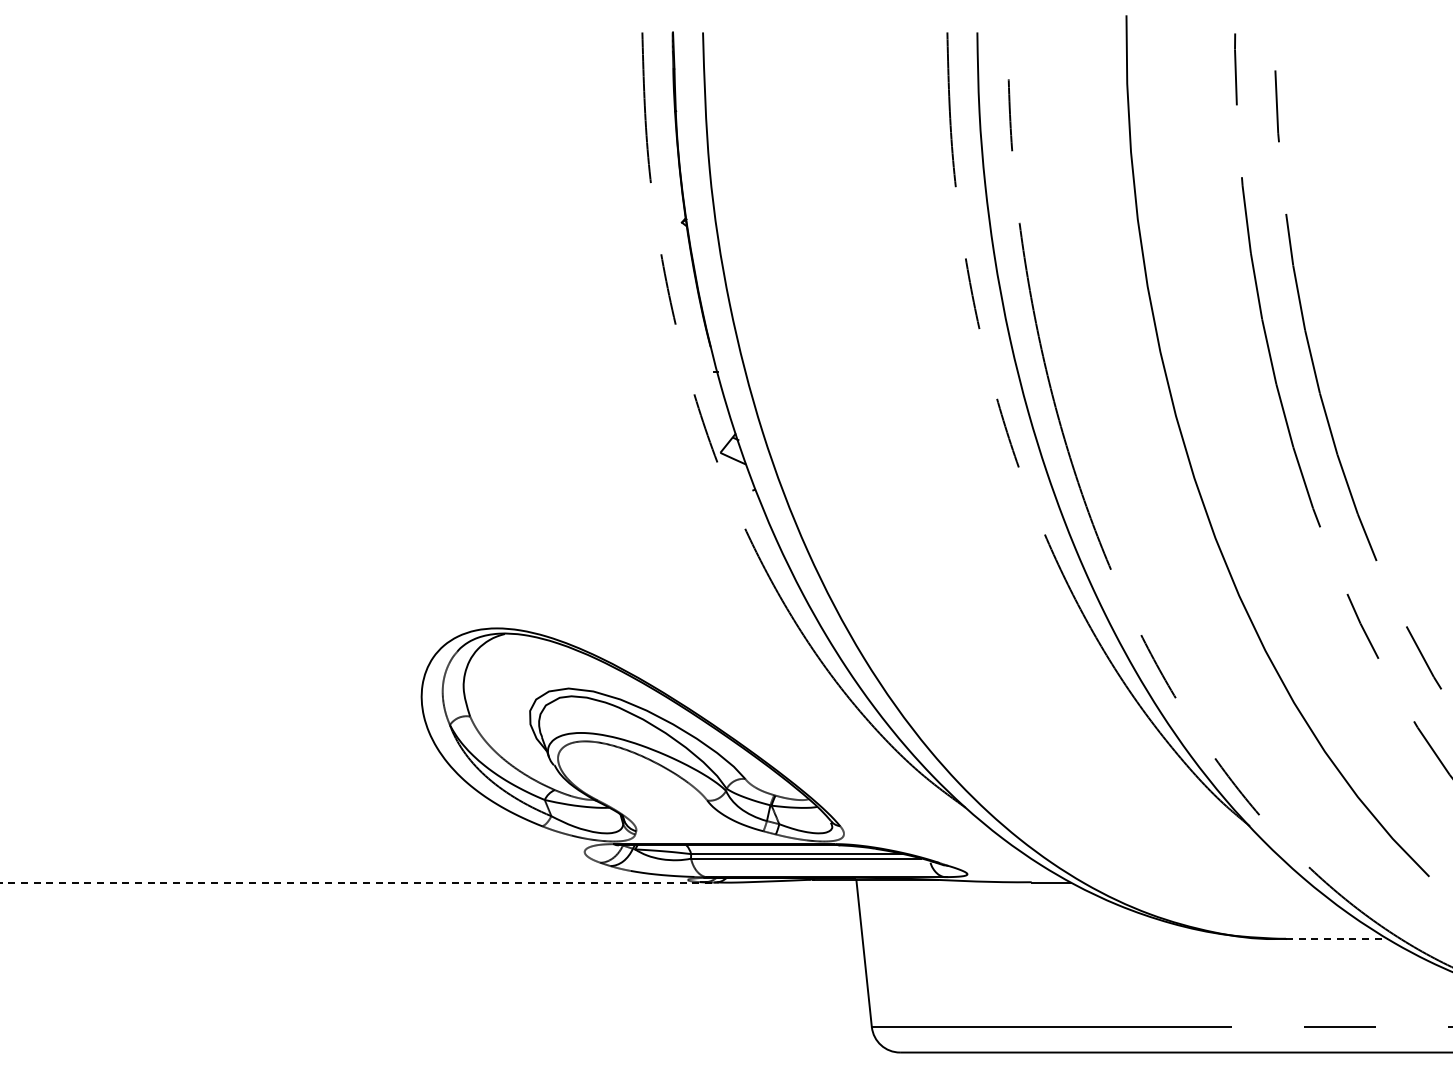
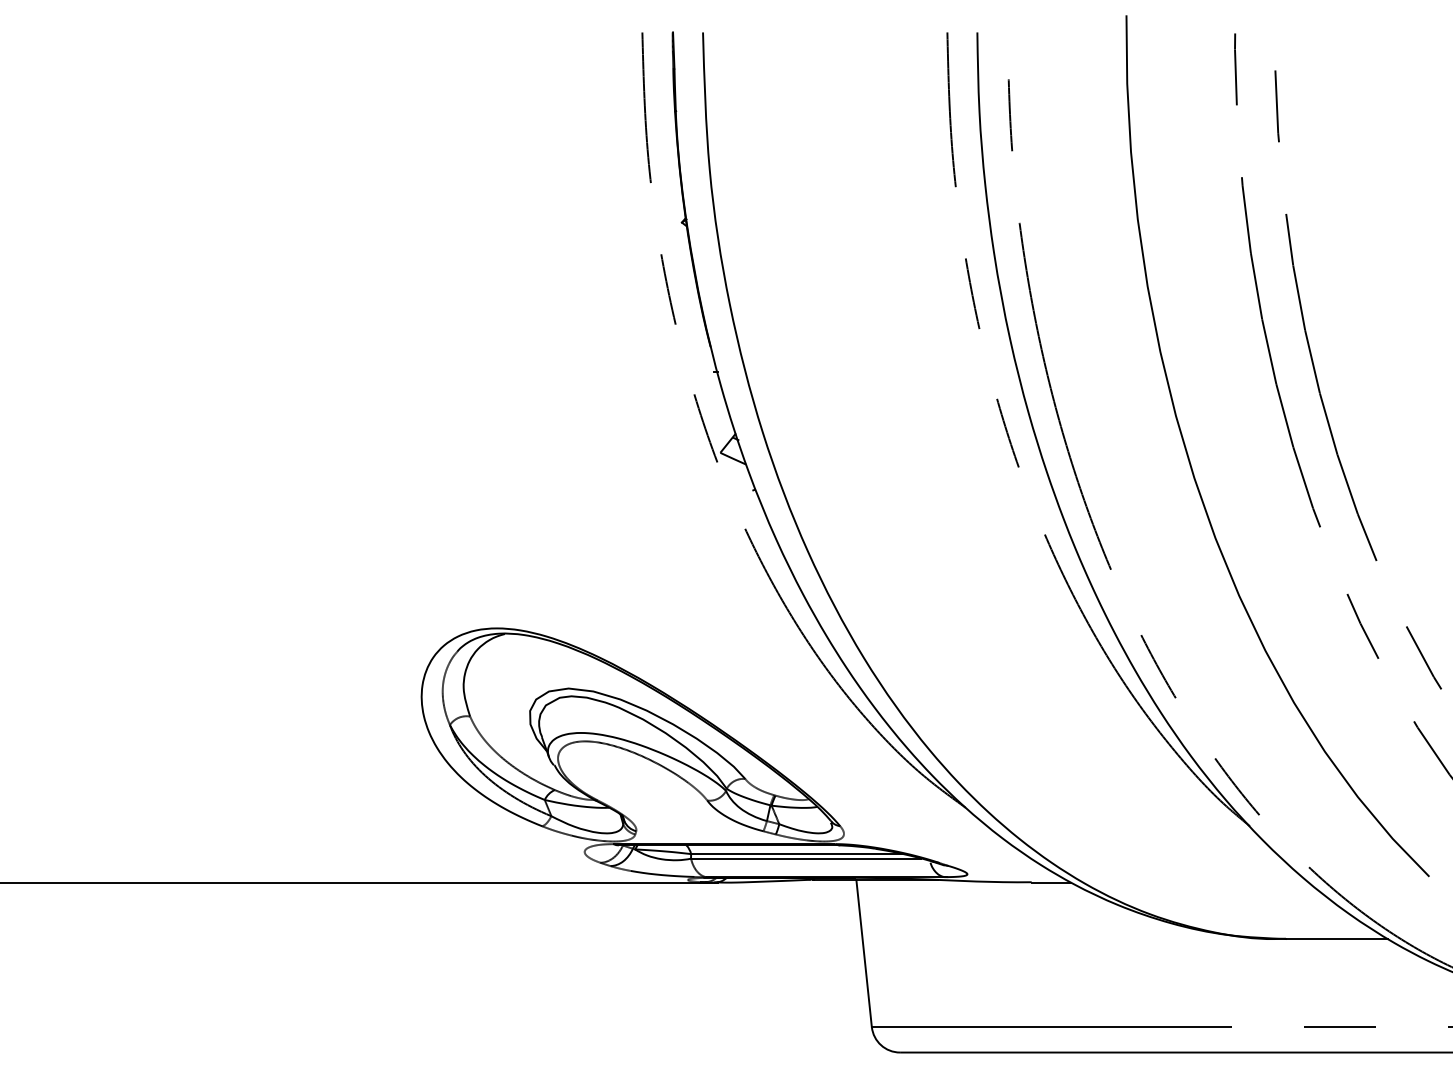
line at (359, 882): dashed -> solid
line at (1337, 939): dashed -> solid
